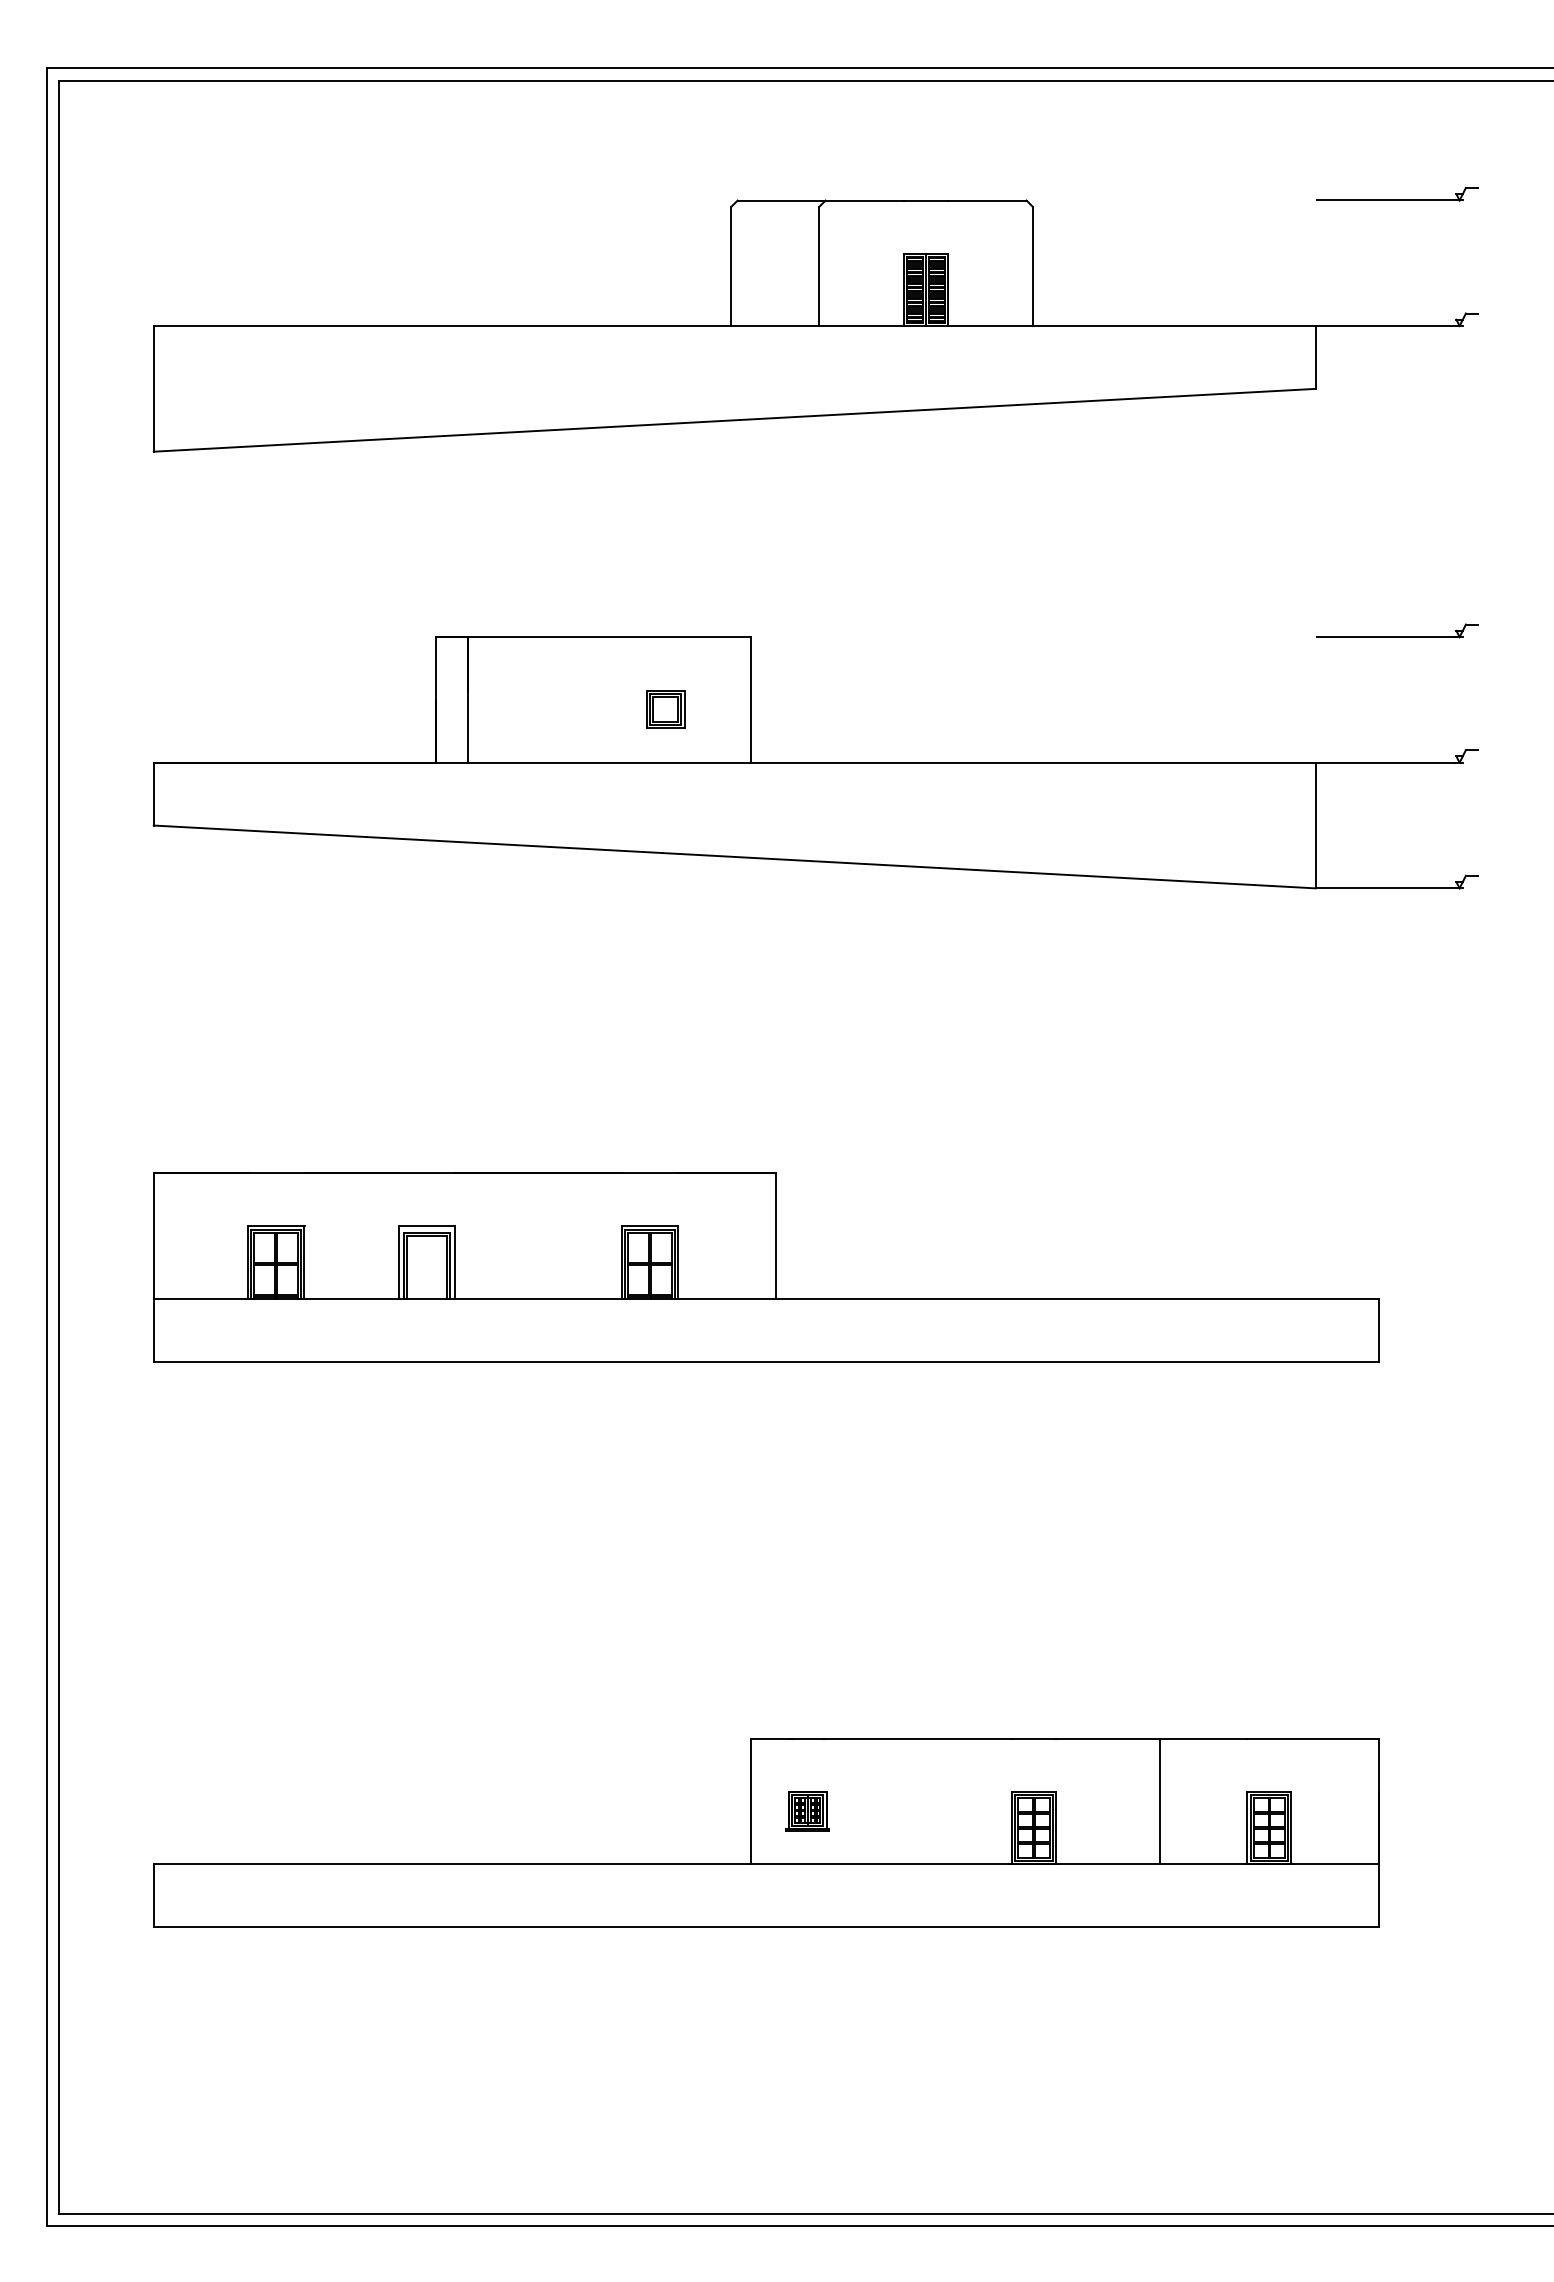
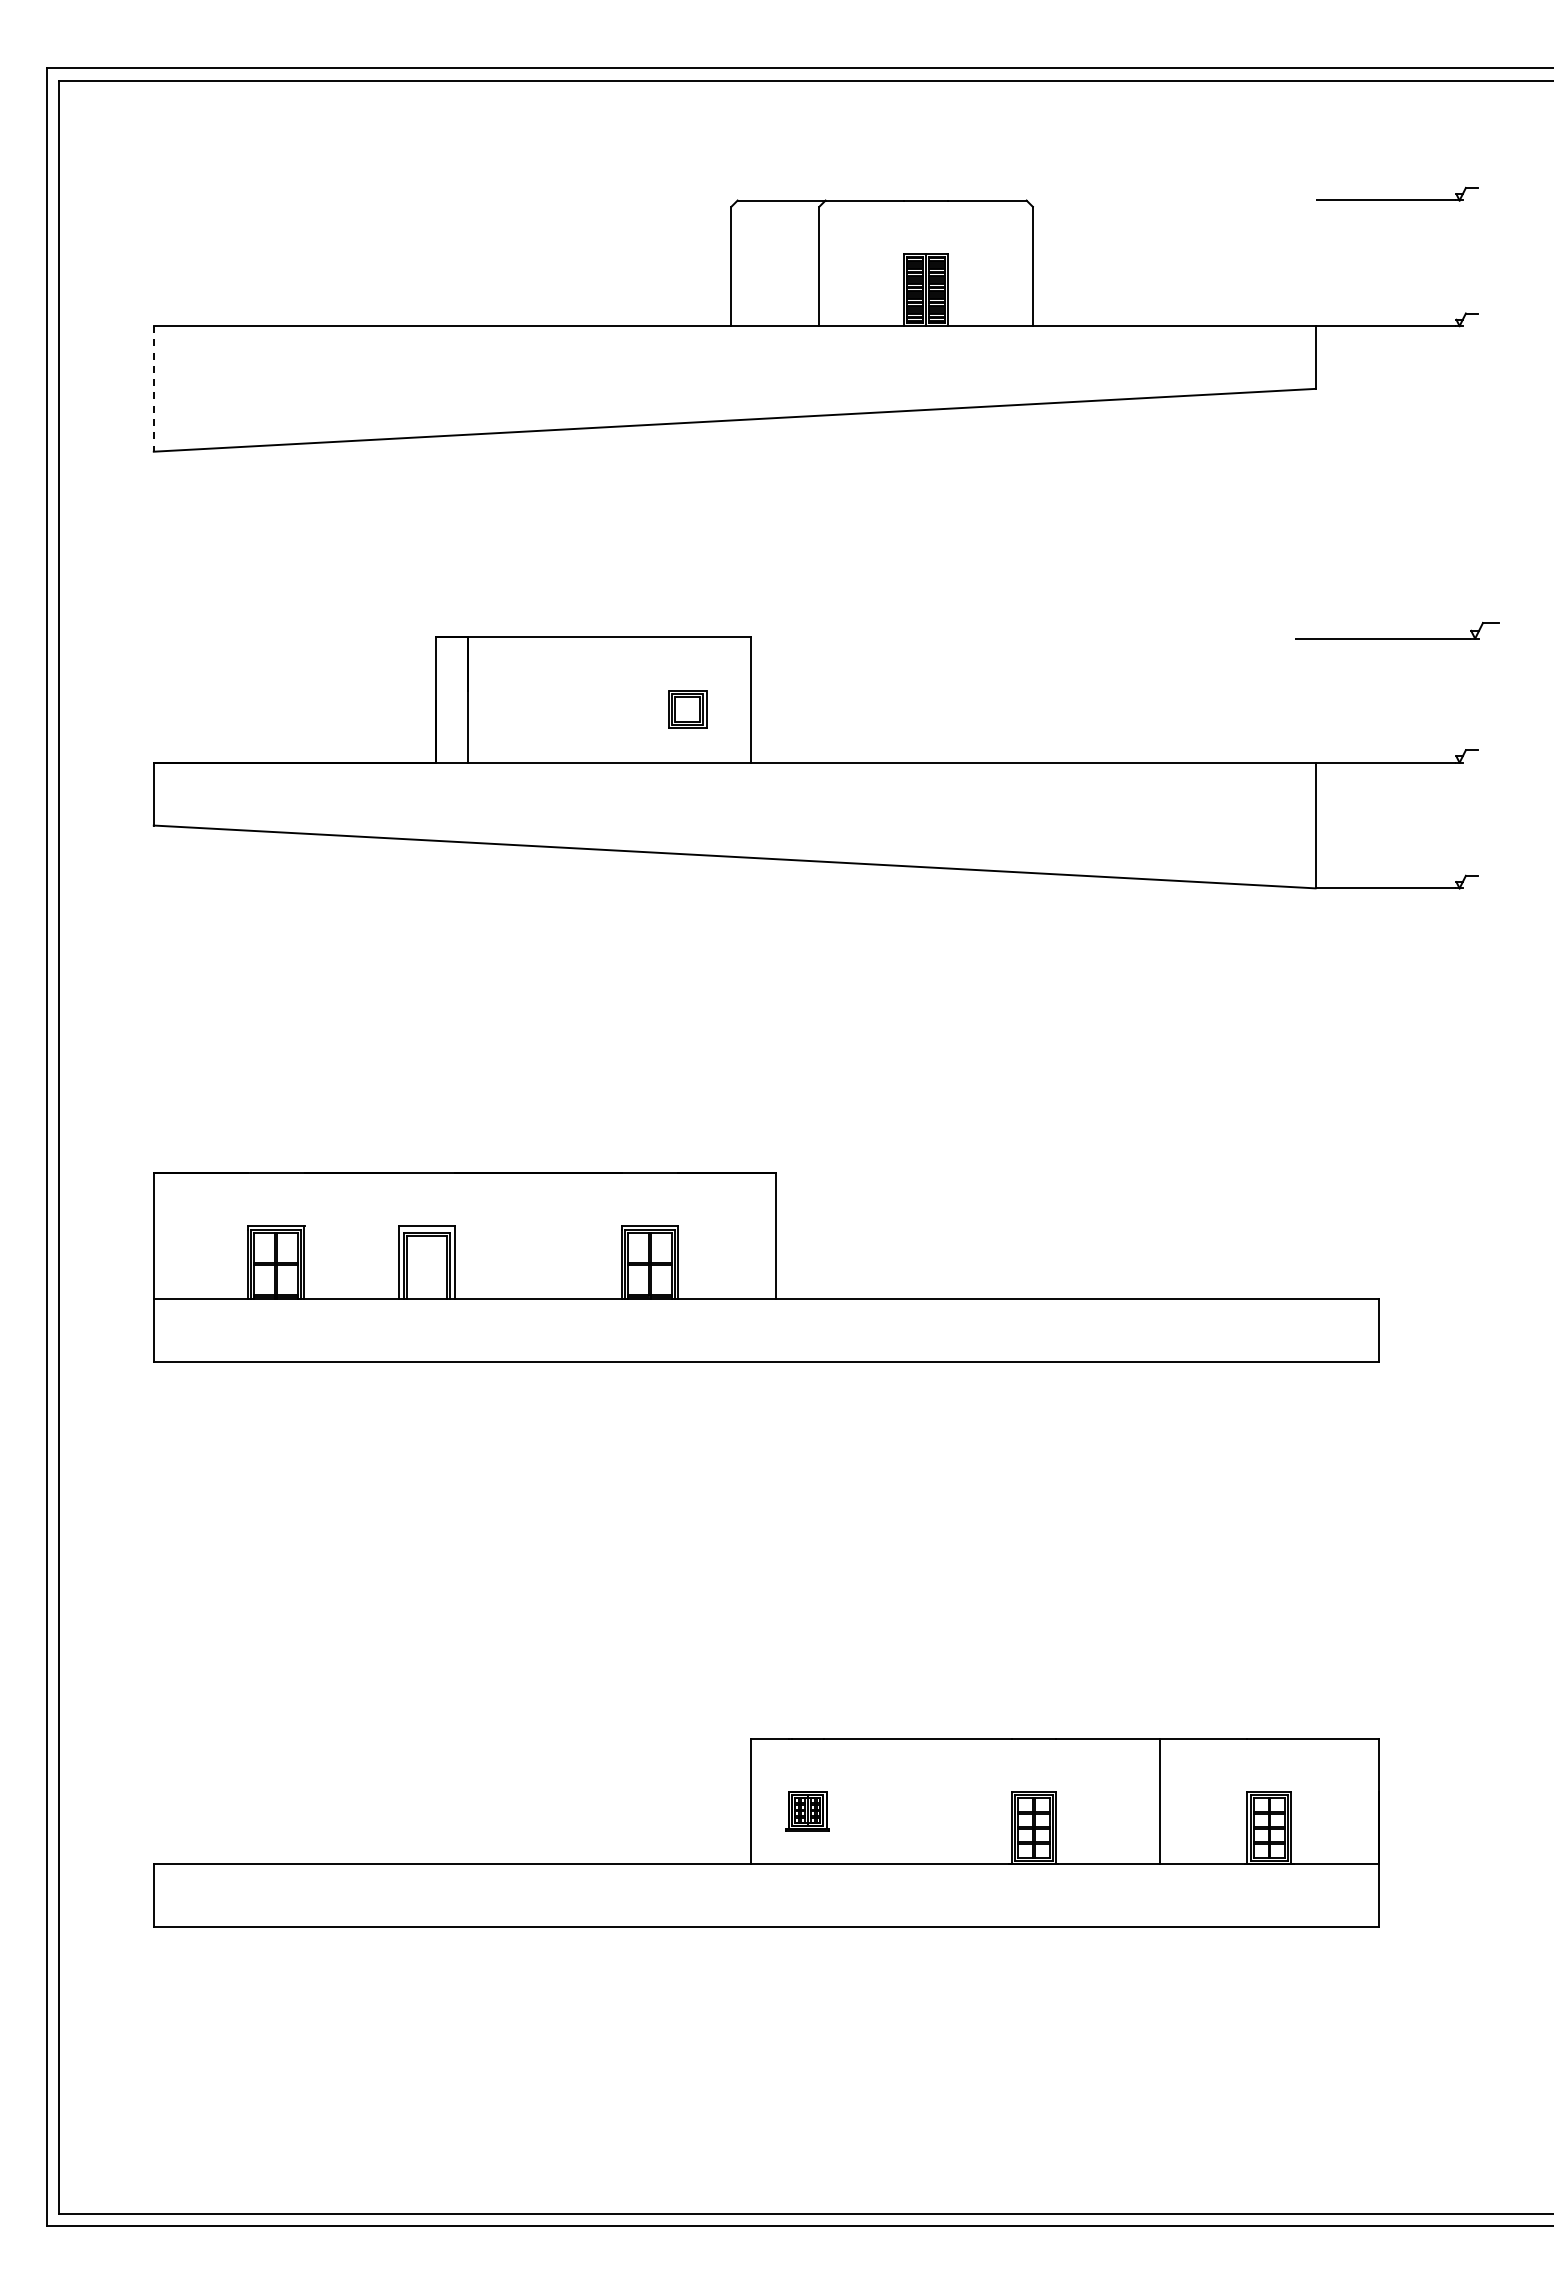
line at (153, 388): solid -> dashed
part at (1397, 630) size: 163x16 px -> 205x18 px
part at (665, 709) position: (665, 709) -> (687, 709)
